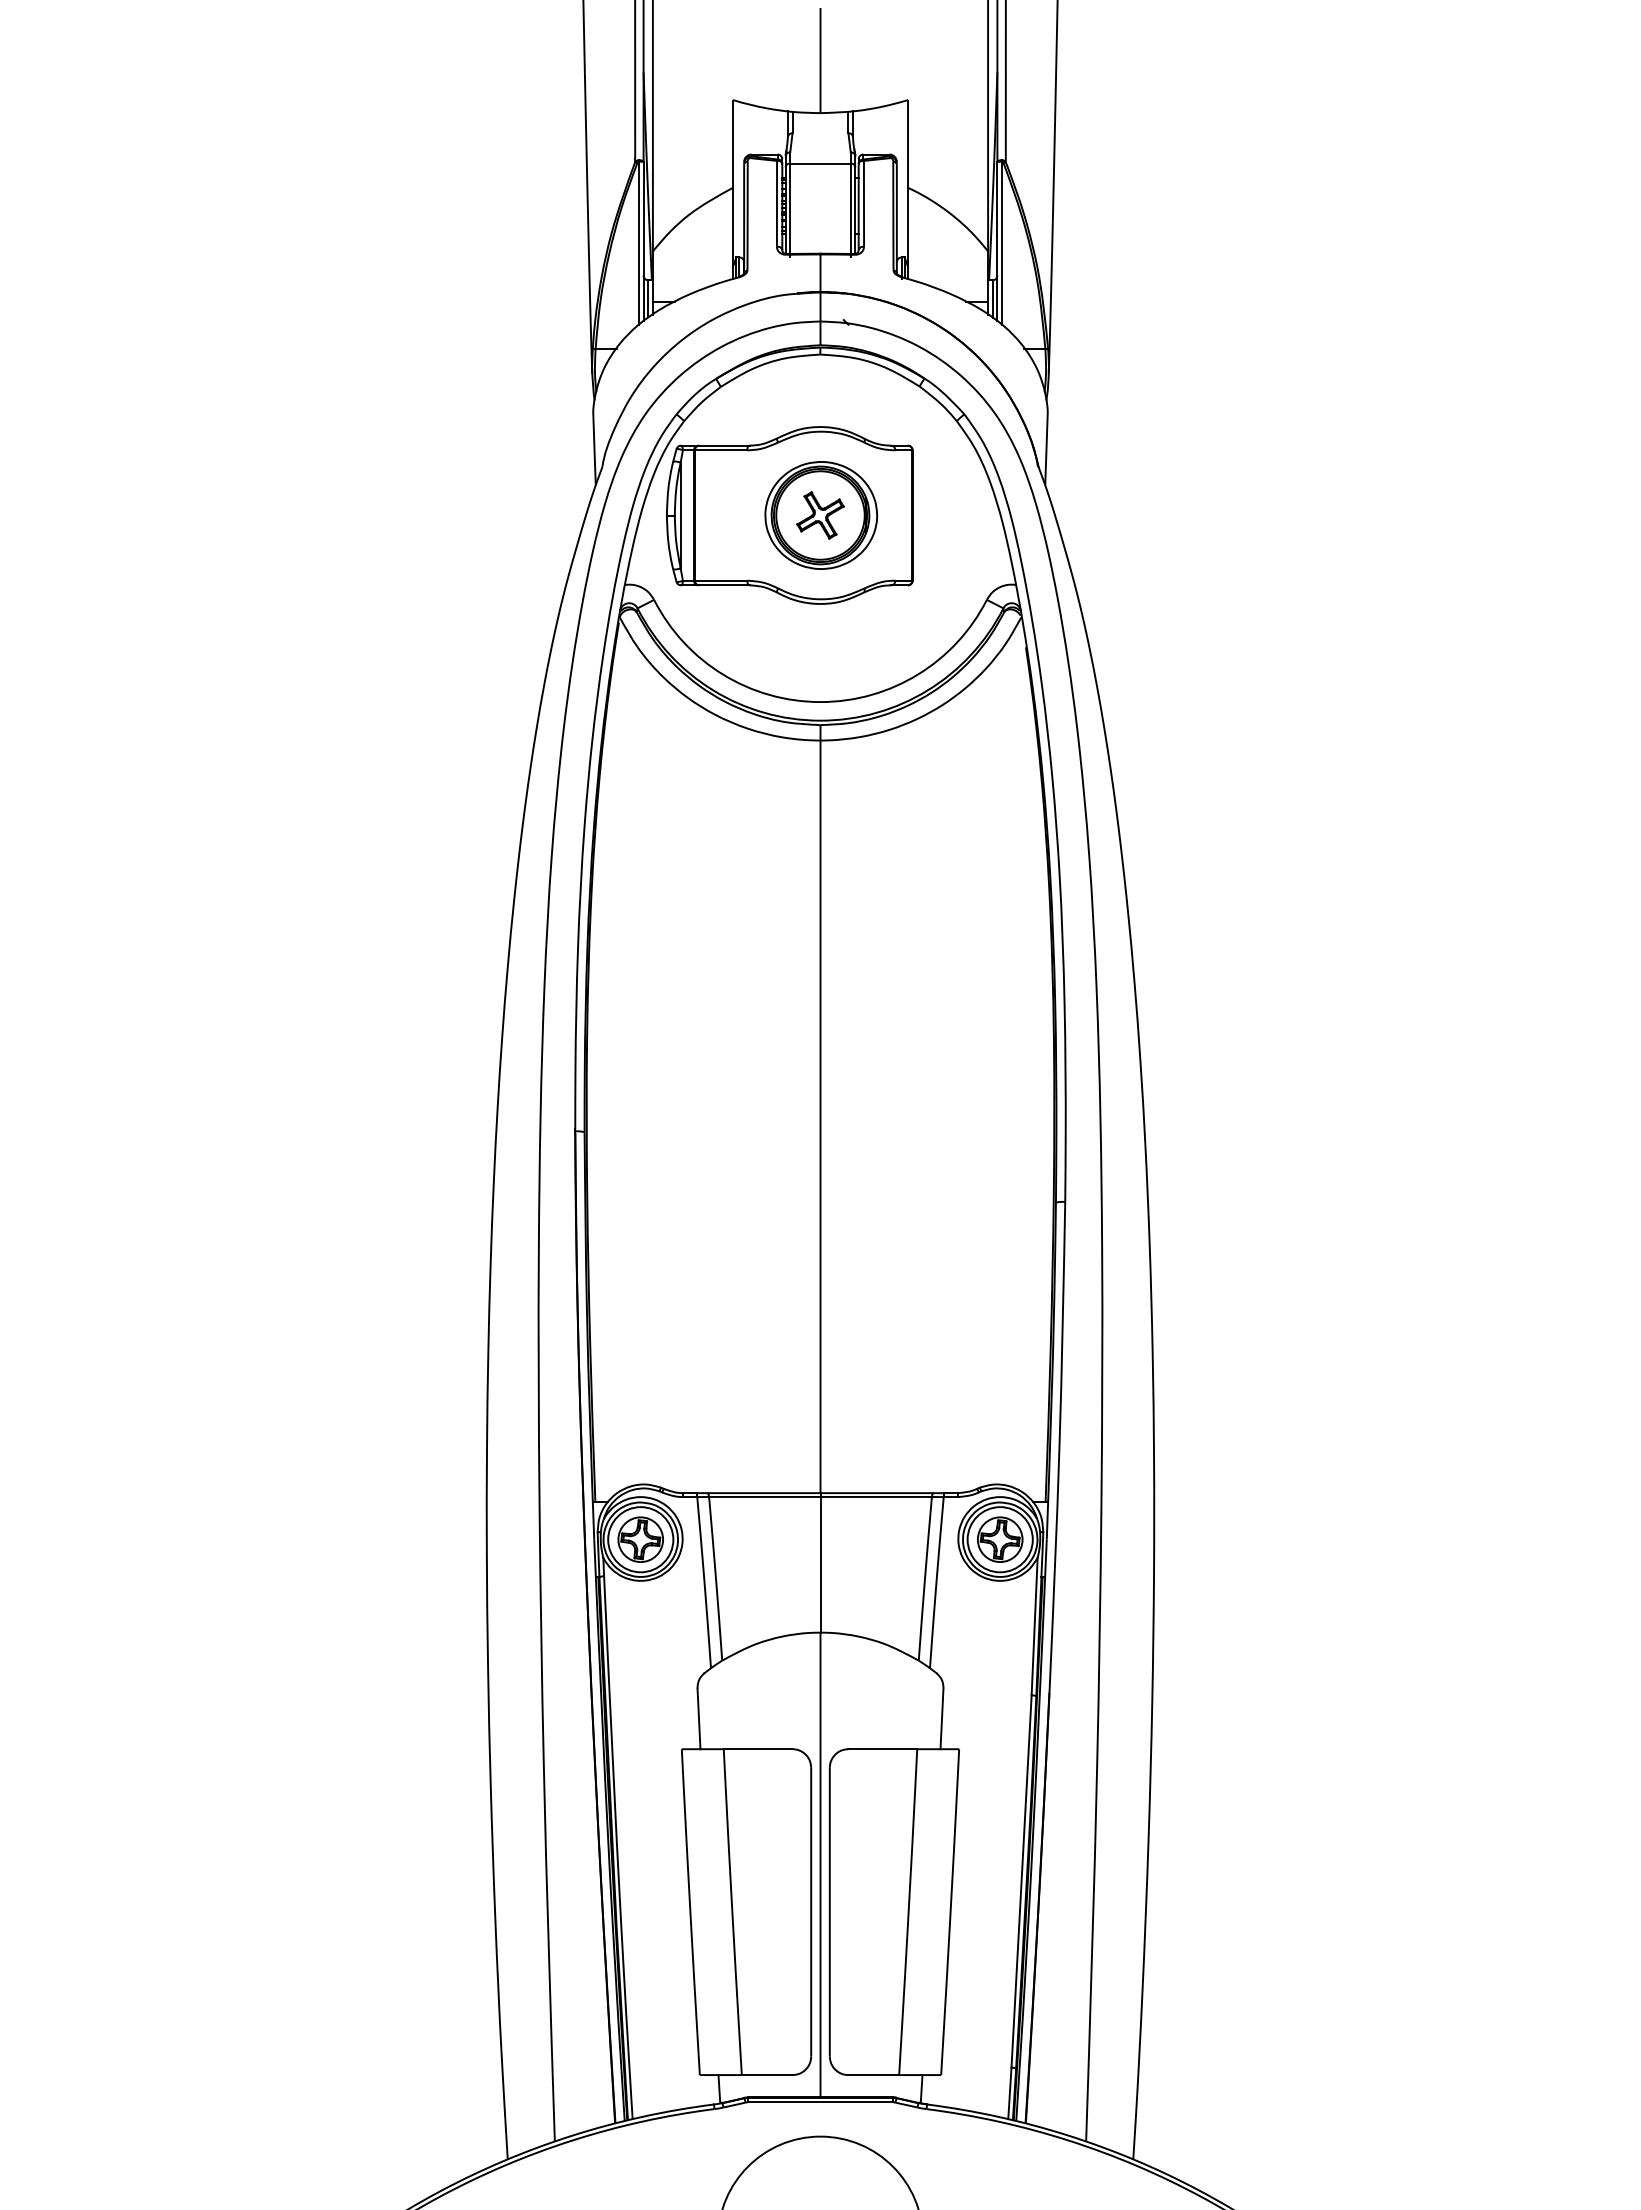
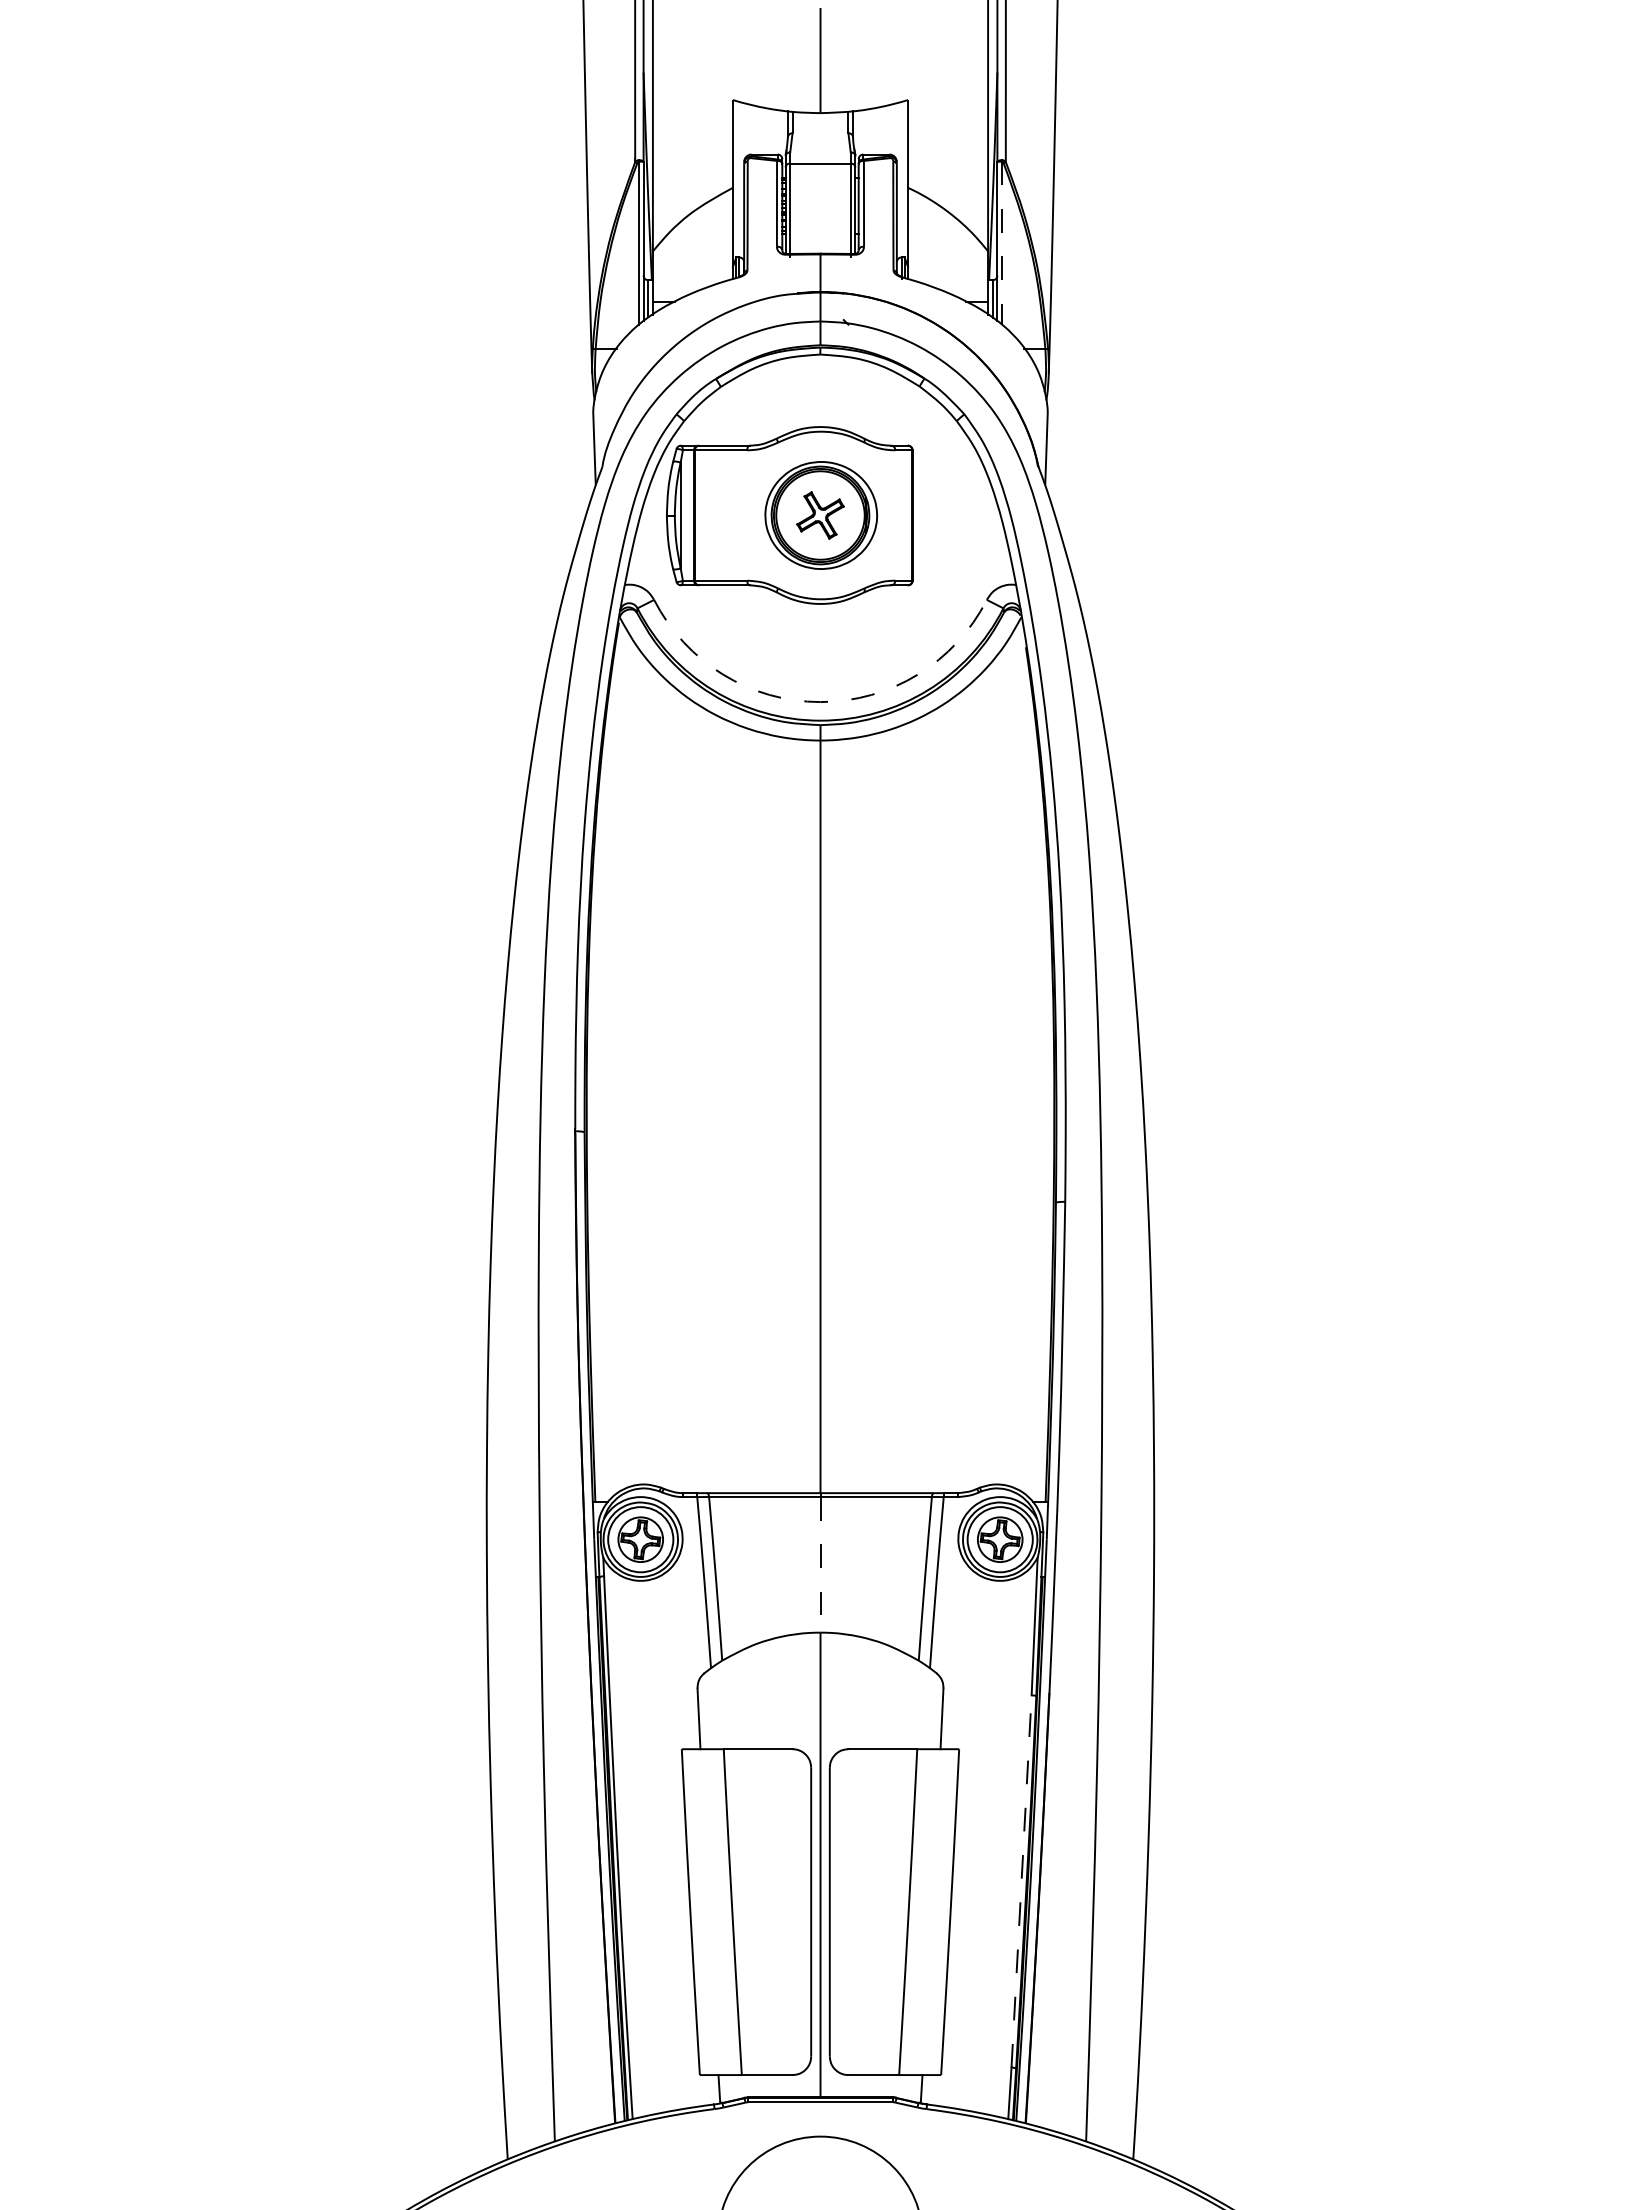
line at (1002, 243): solid -> dashed
arc at (820, 702): solid -> dashed
line at (820, 1564): solid -> dashed
line at (1021, 1880): solid -> dashed
